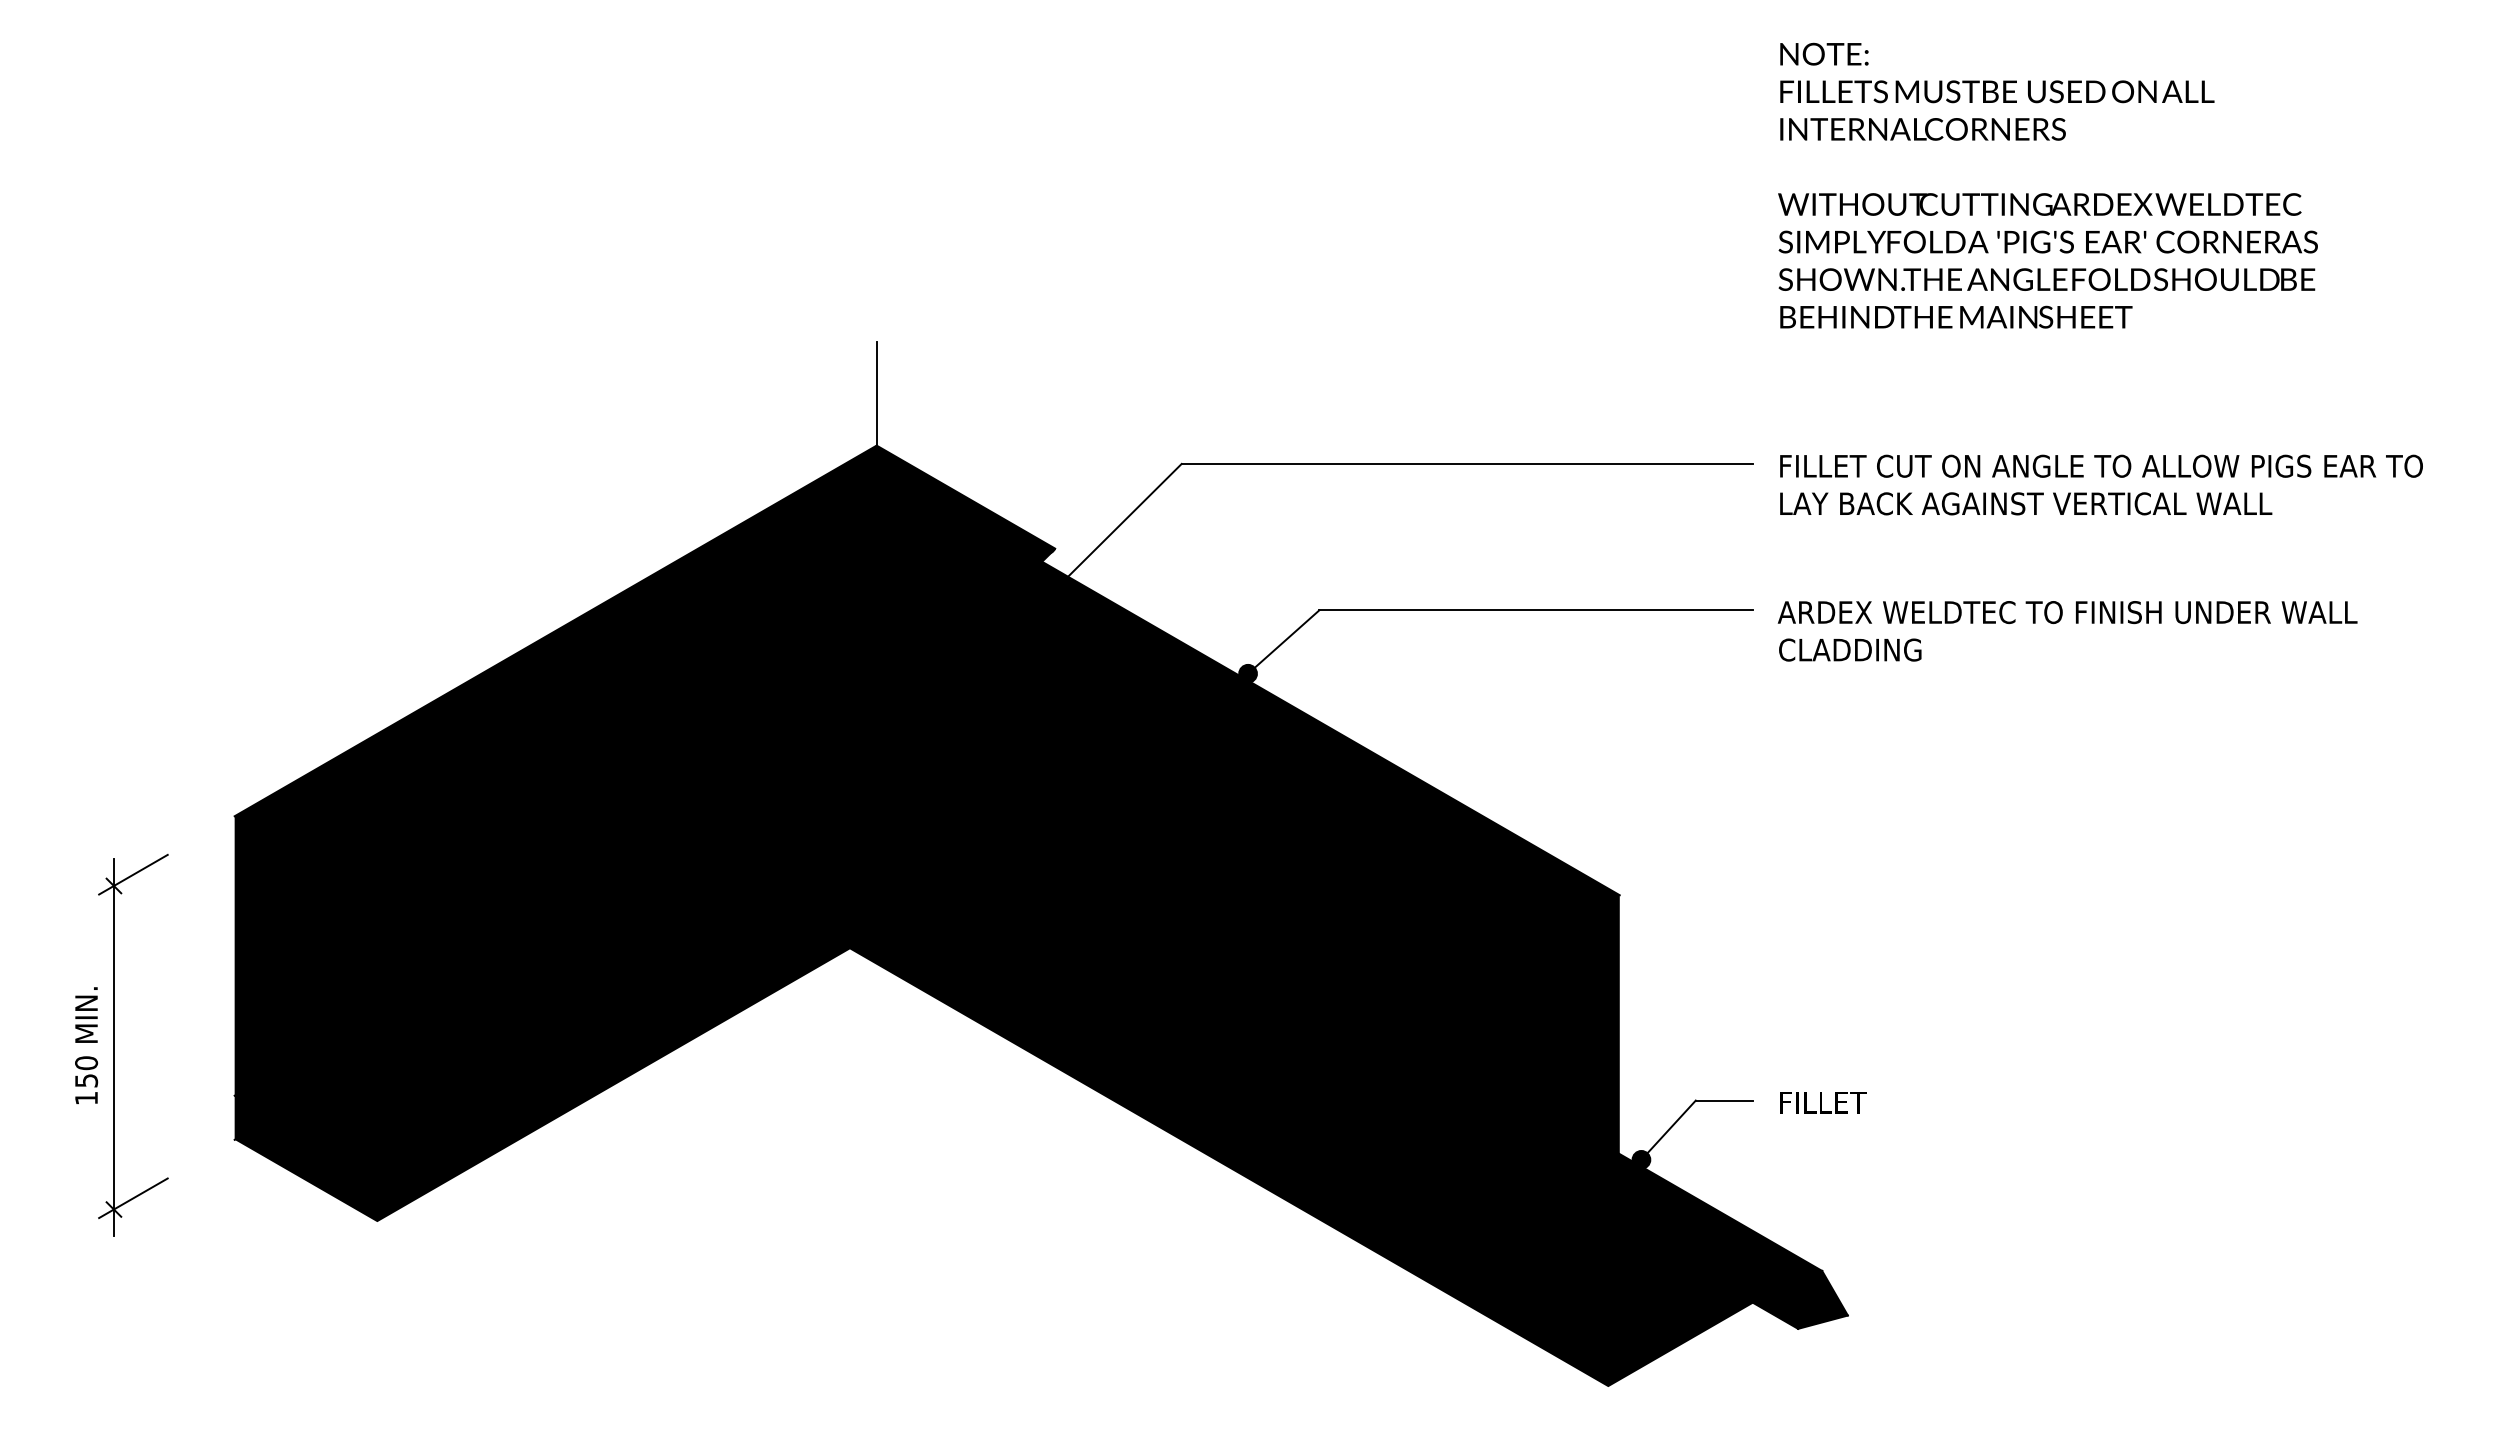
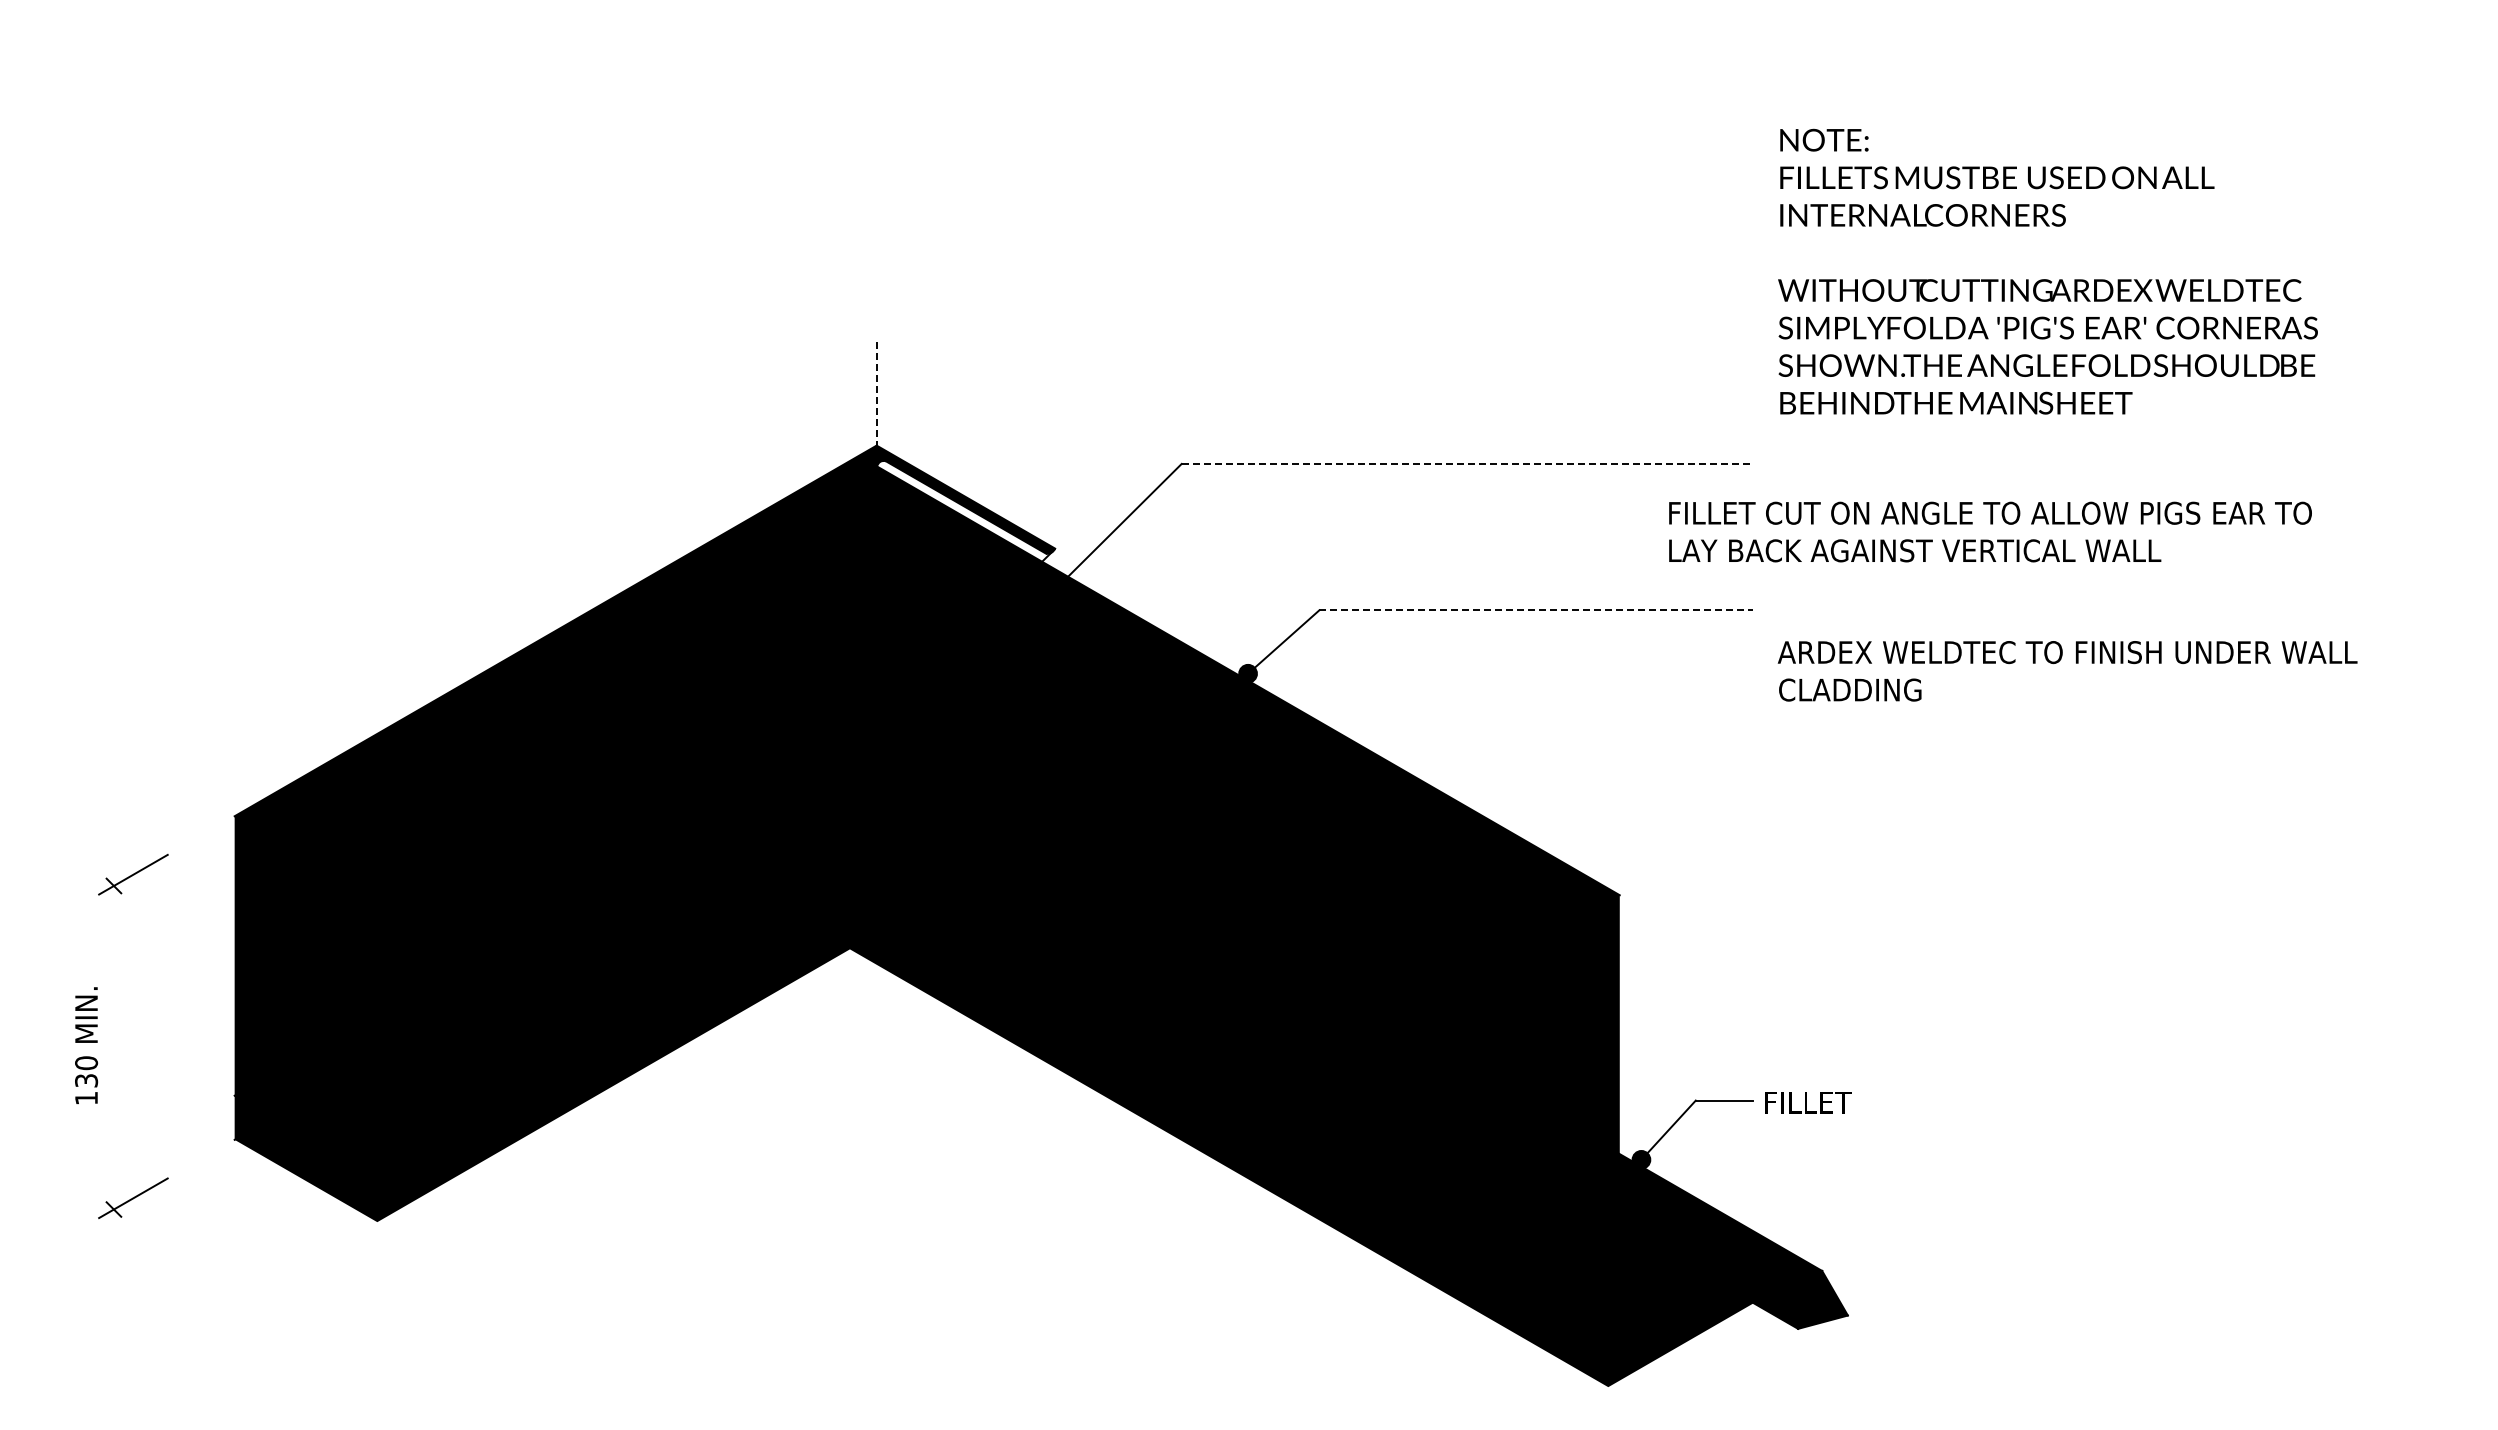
text at (2047, 185) position: (2047, 185) -> (2047, 271)
line at (876, 393): solid -> dashed
line at (1467, 463): solid -> dashed
text at (2101, 484) position: (2101, 484) -> (1990, 531)
fill at (964, 510): present -> none
line at (1536, 610): solid -> dashed
text at (2067, 631) position: (2067, 631) -> (2067, 671)
line at (113, 1047): present -> none
text at (86, 1080): 150 -> 130
text at (1823, 1102) position: (1823, 1102) -> (1808, 1102)
